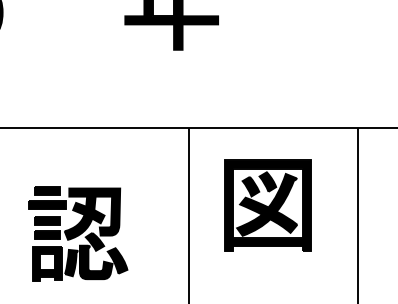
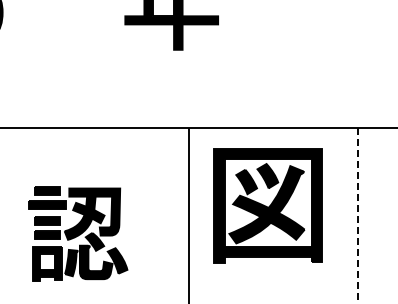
part at (267, 205) size: 88x93 px -> 110x116 px
line at (357, 216): solid -> dashed
